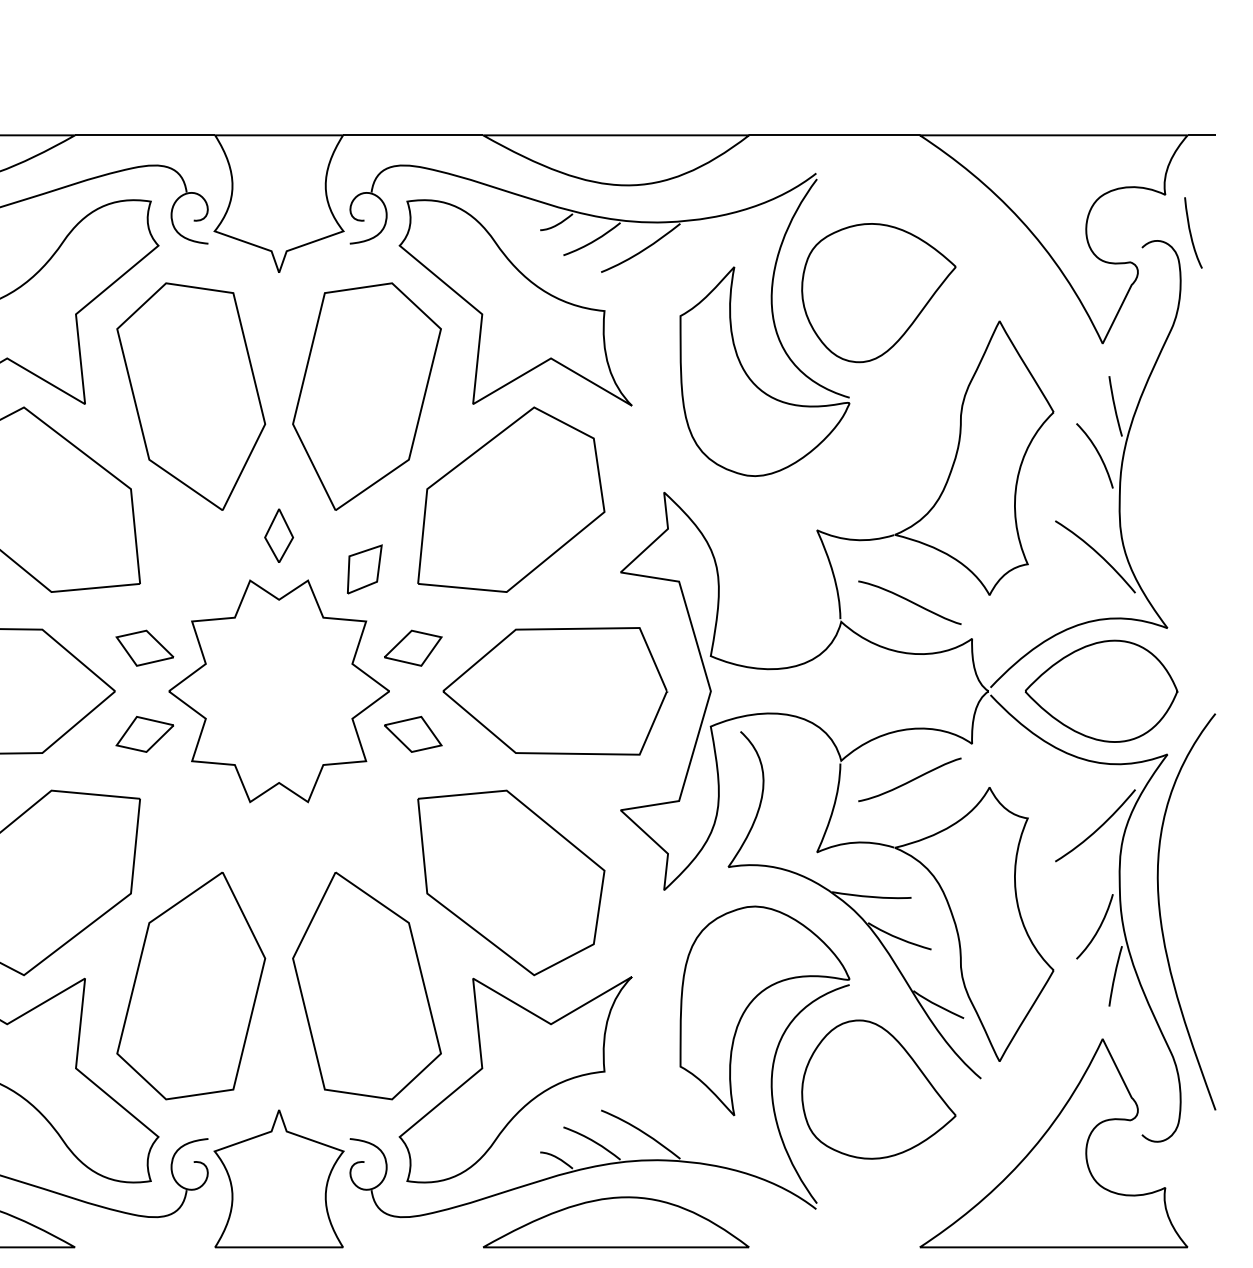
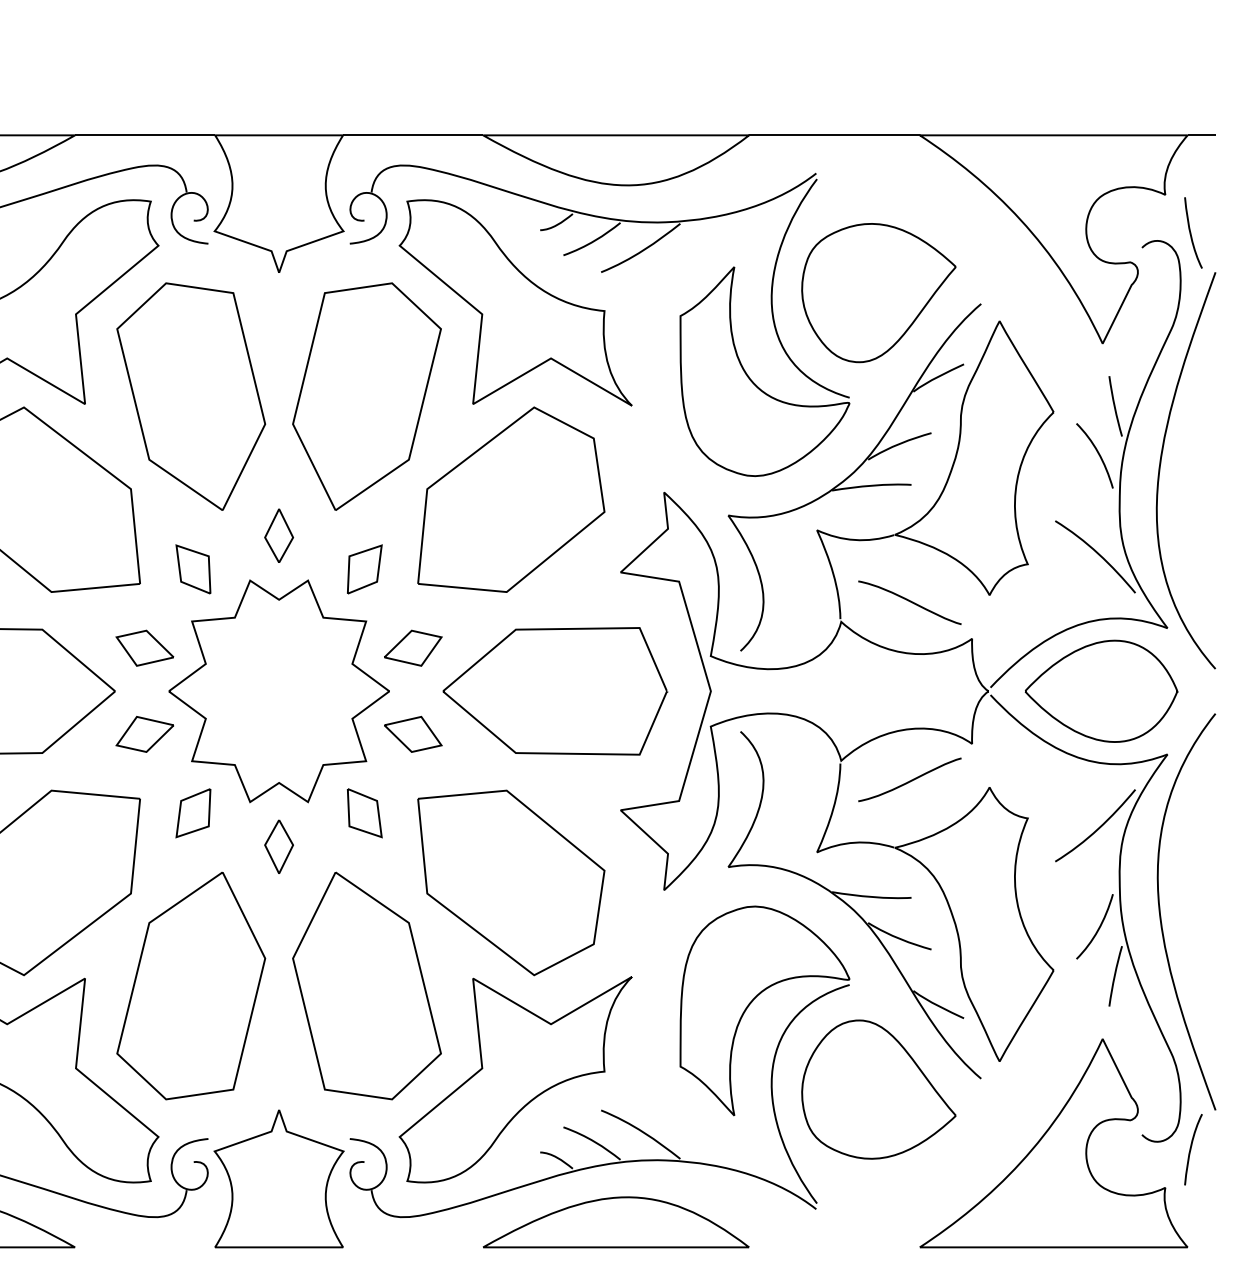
curve at (1161, 463): none -> present
part at (854, 477): none -> present
part at (193, 569): none -> present
part at (193, 813): none -> present
part at (364, 813): none -> present
part at (278, 846): none -> present
curve at (1191, 1149): none -> present
